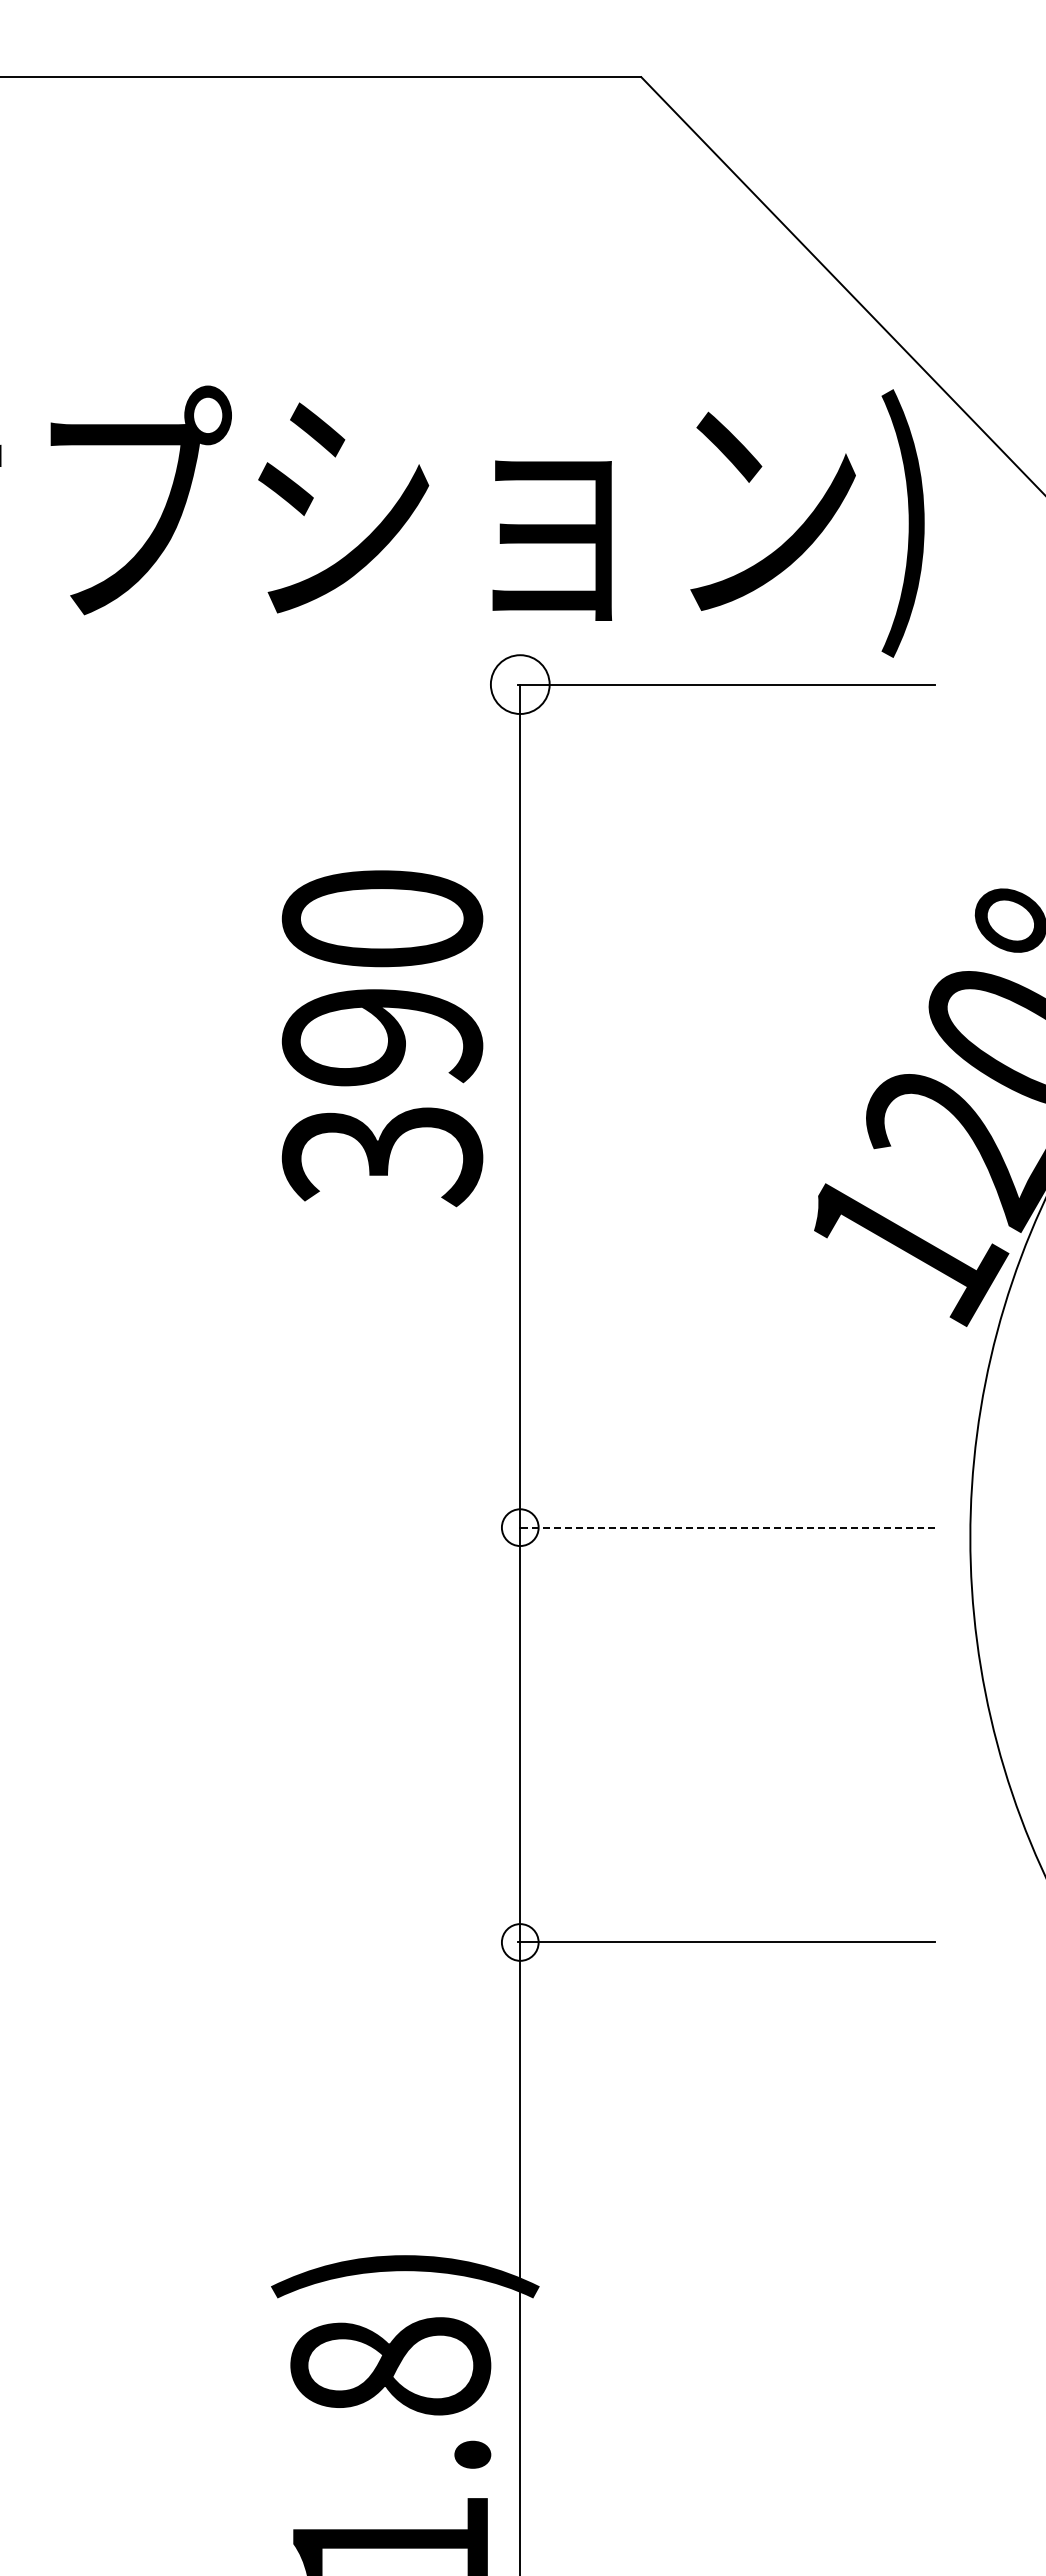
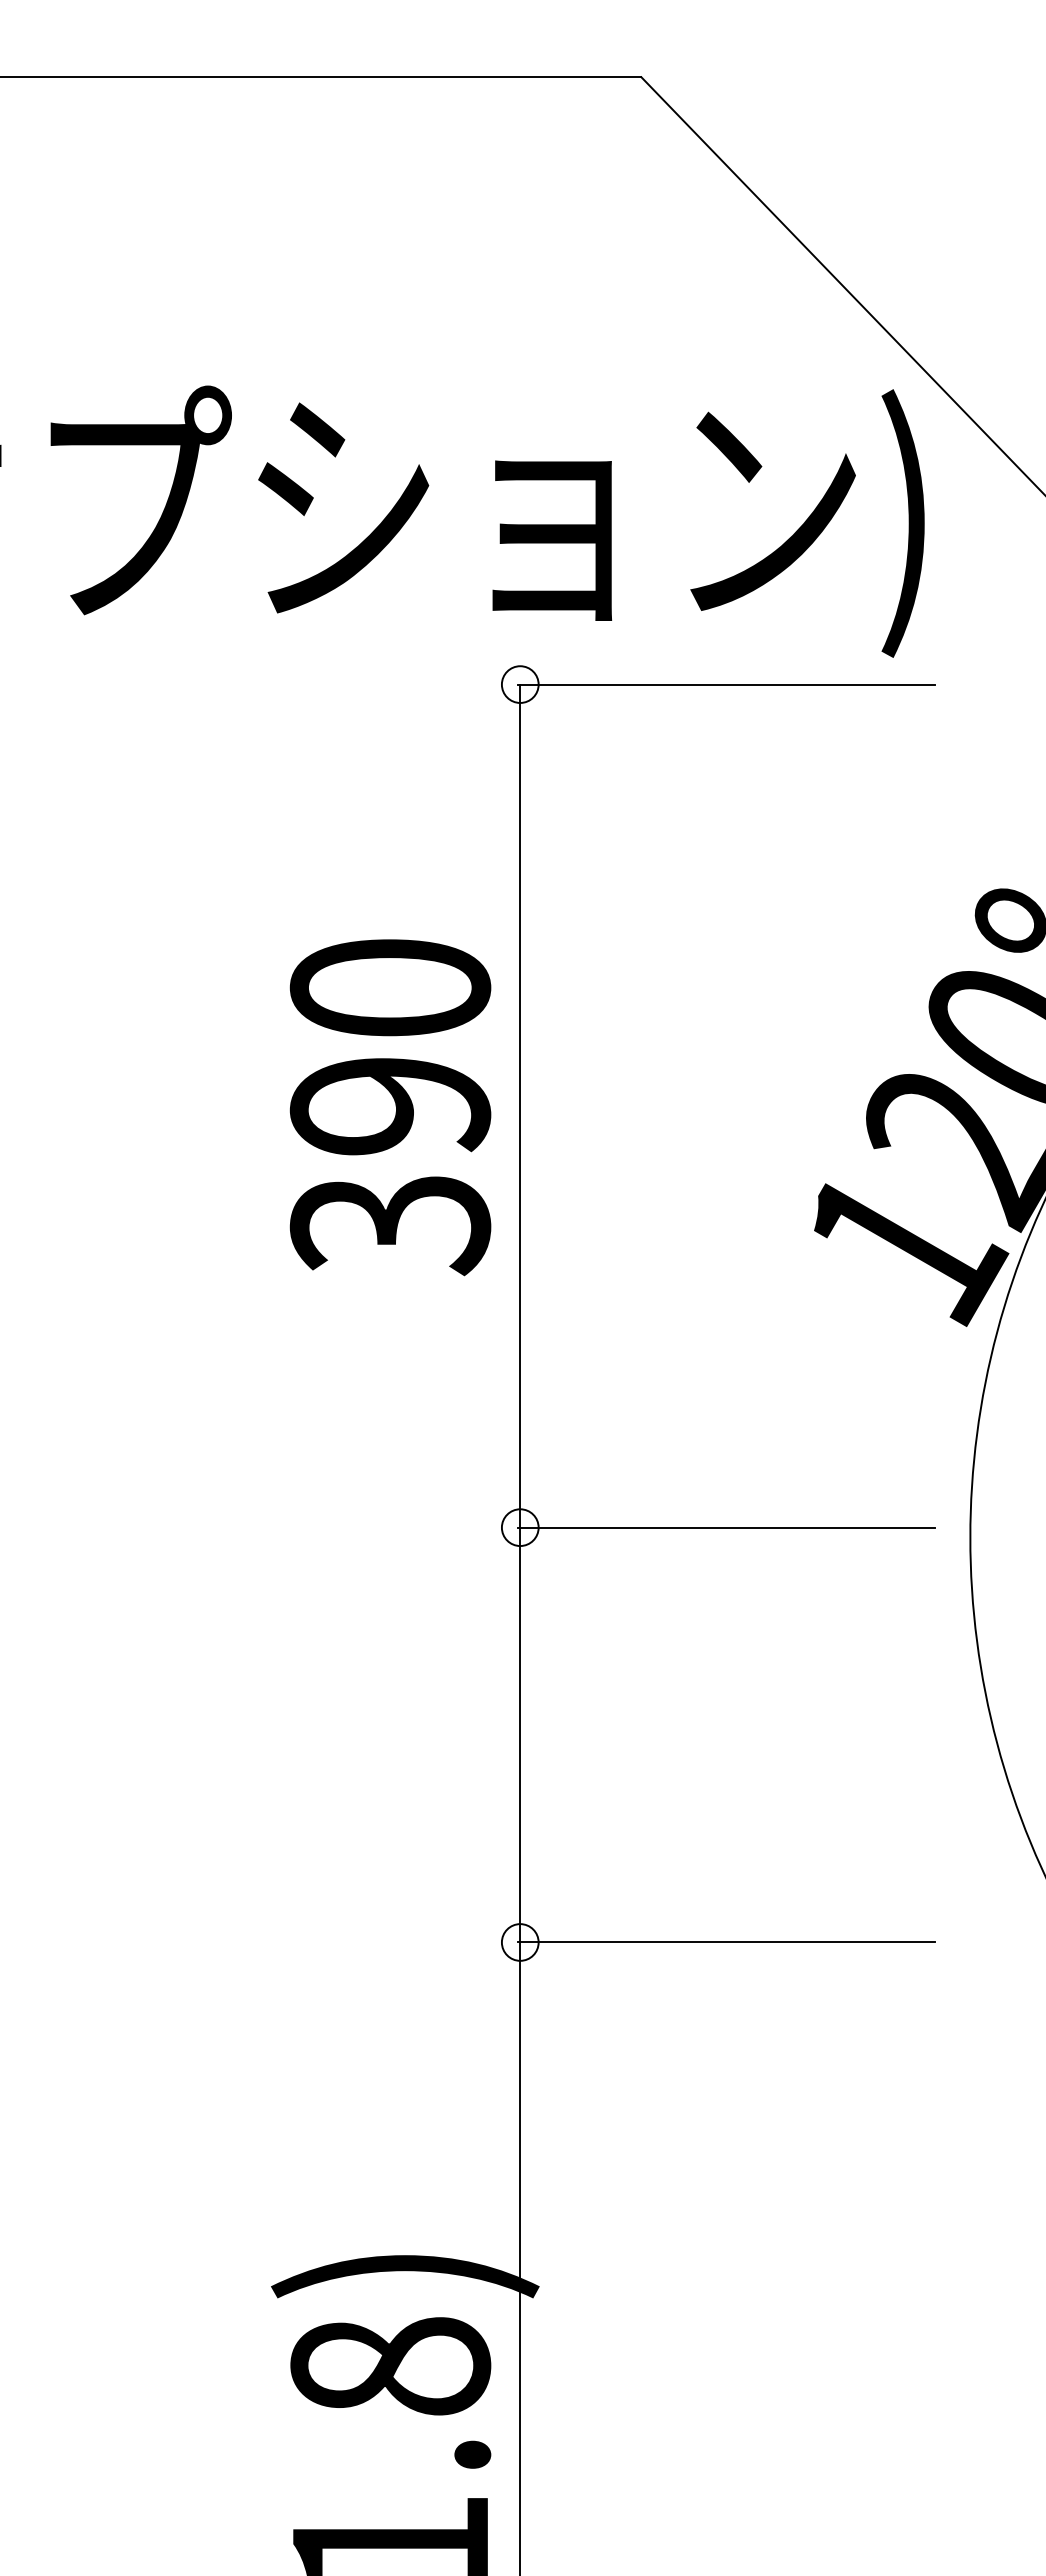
circle at (519, 684) diameter: 59 px -> 37 px
text at (382, 1038) position: (382, 1038) -> (390, 1107)
line at (725, 1527): dashed -> solid
